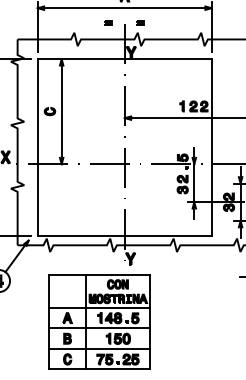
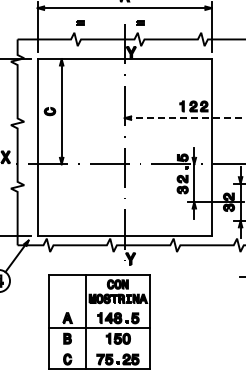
part at (108, 22) position: (108, 22) -> (80, 22)
line at (185, 118): solid -> dashed
line at (99, 307): present -> none
line at (99, 348): present -> none
